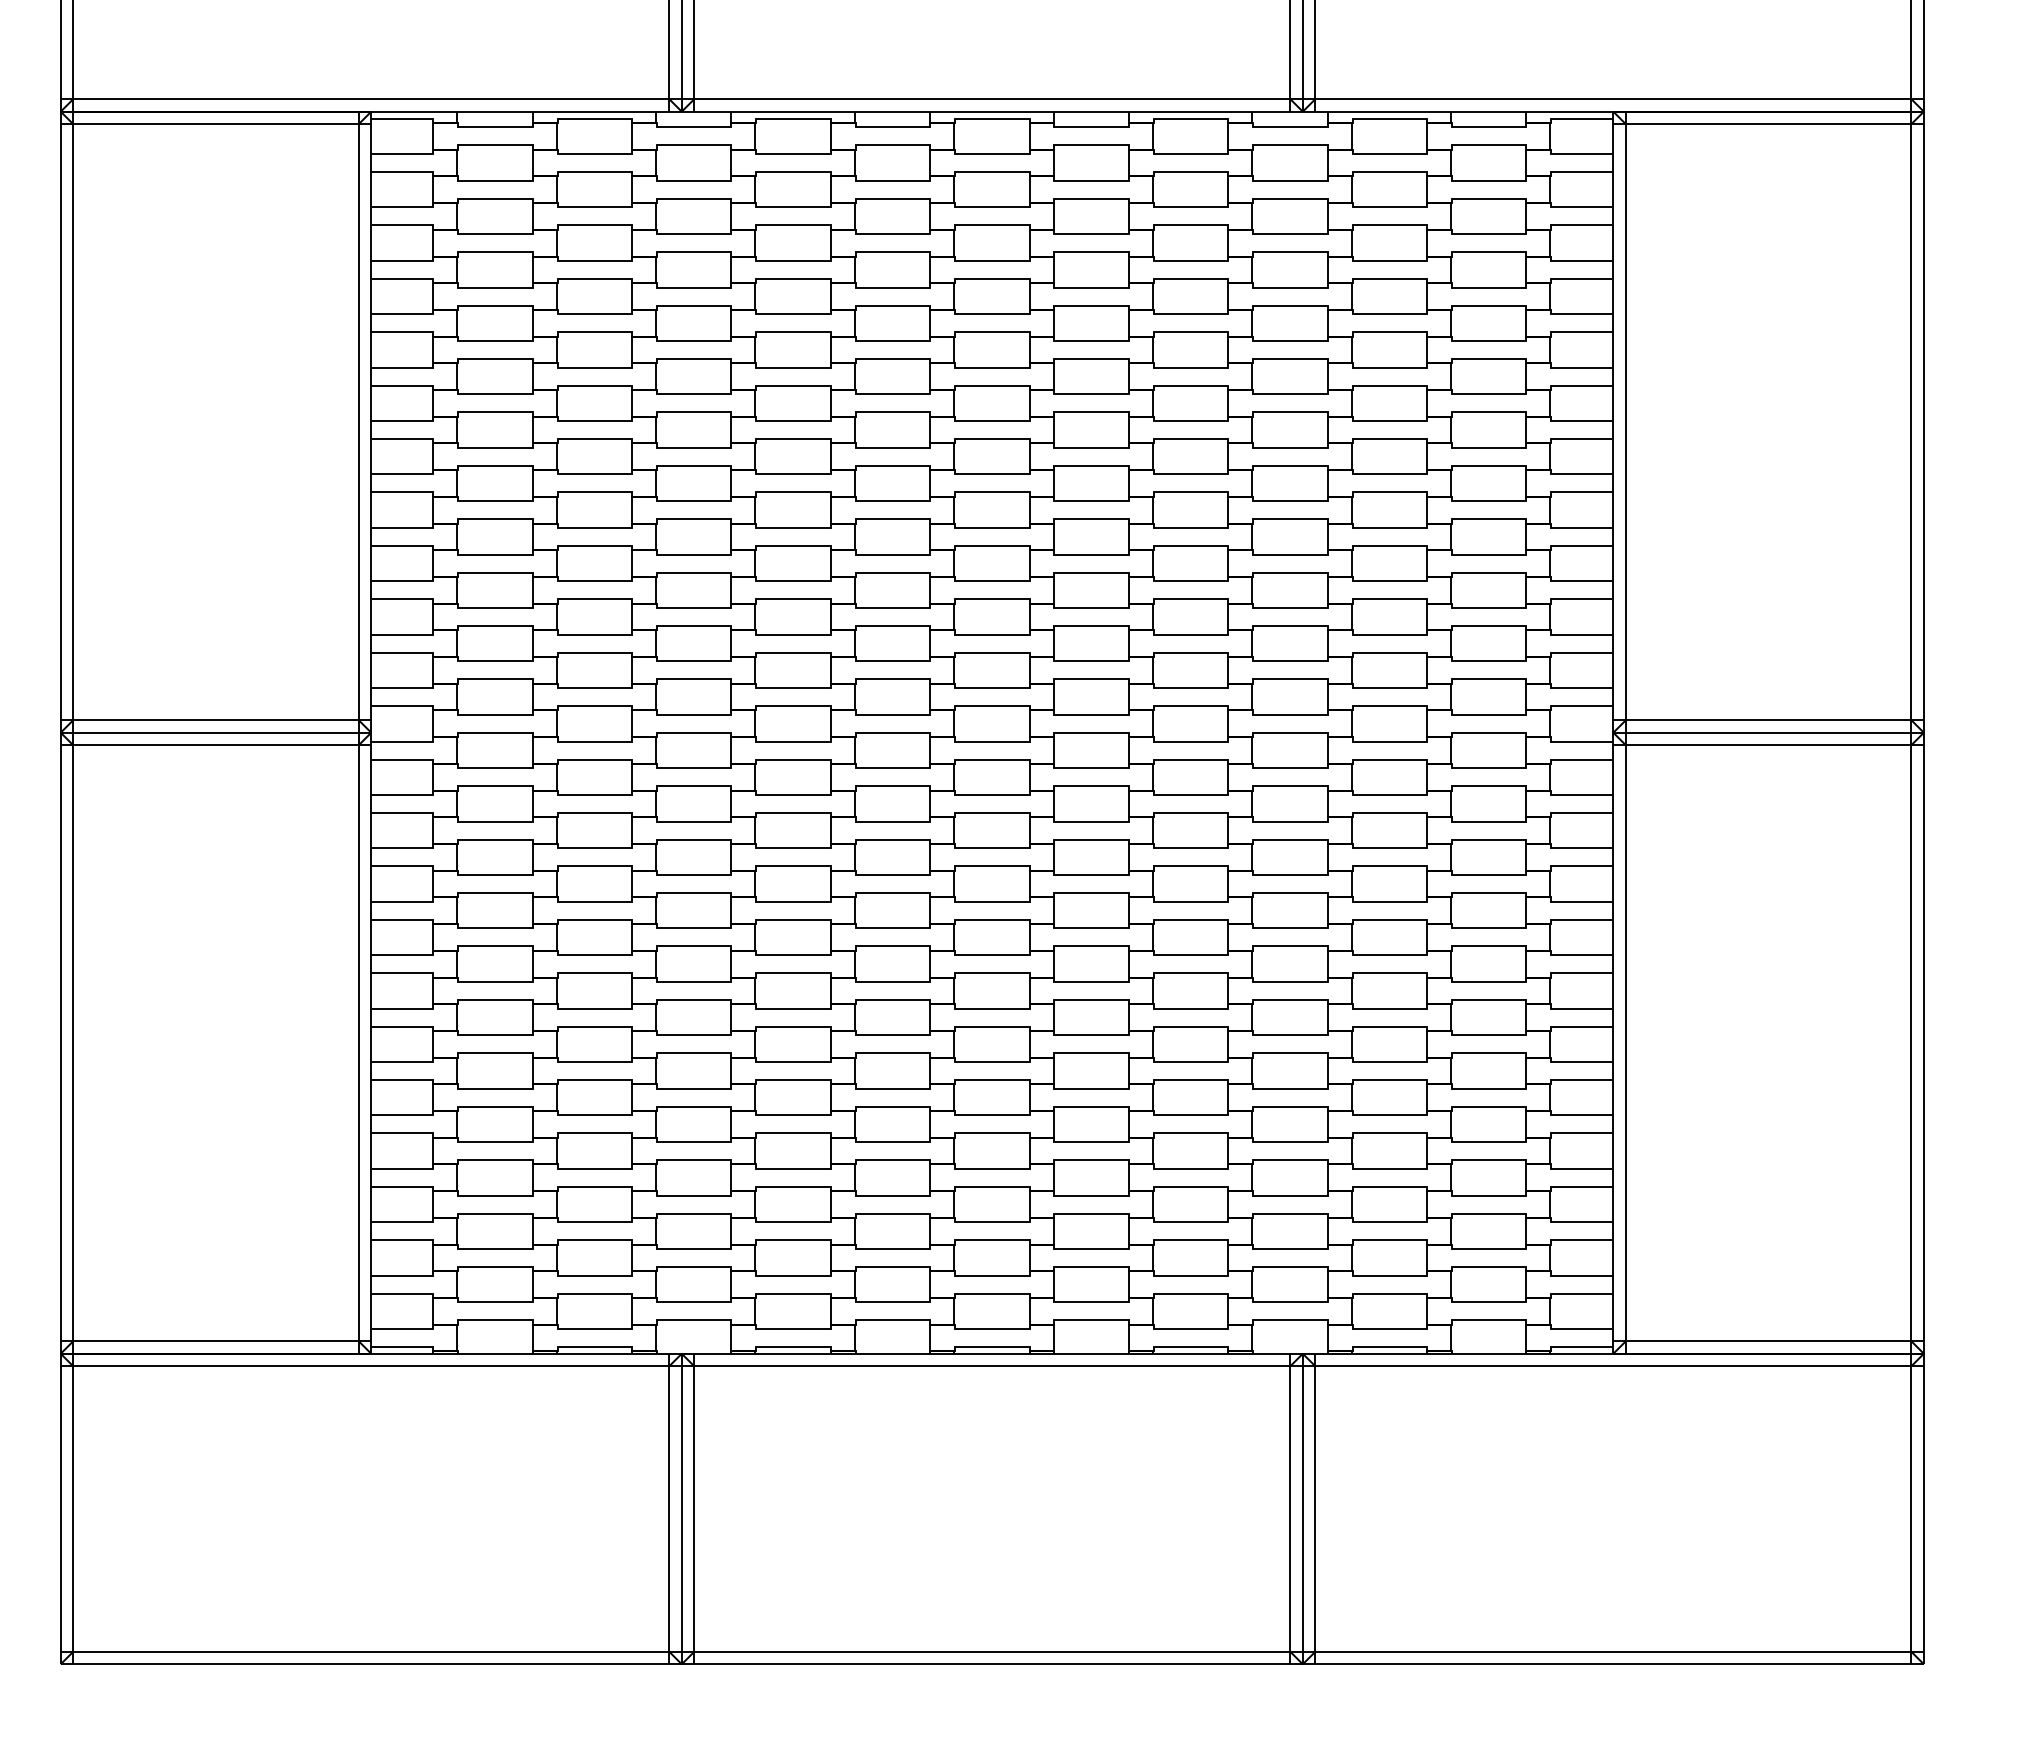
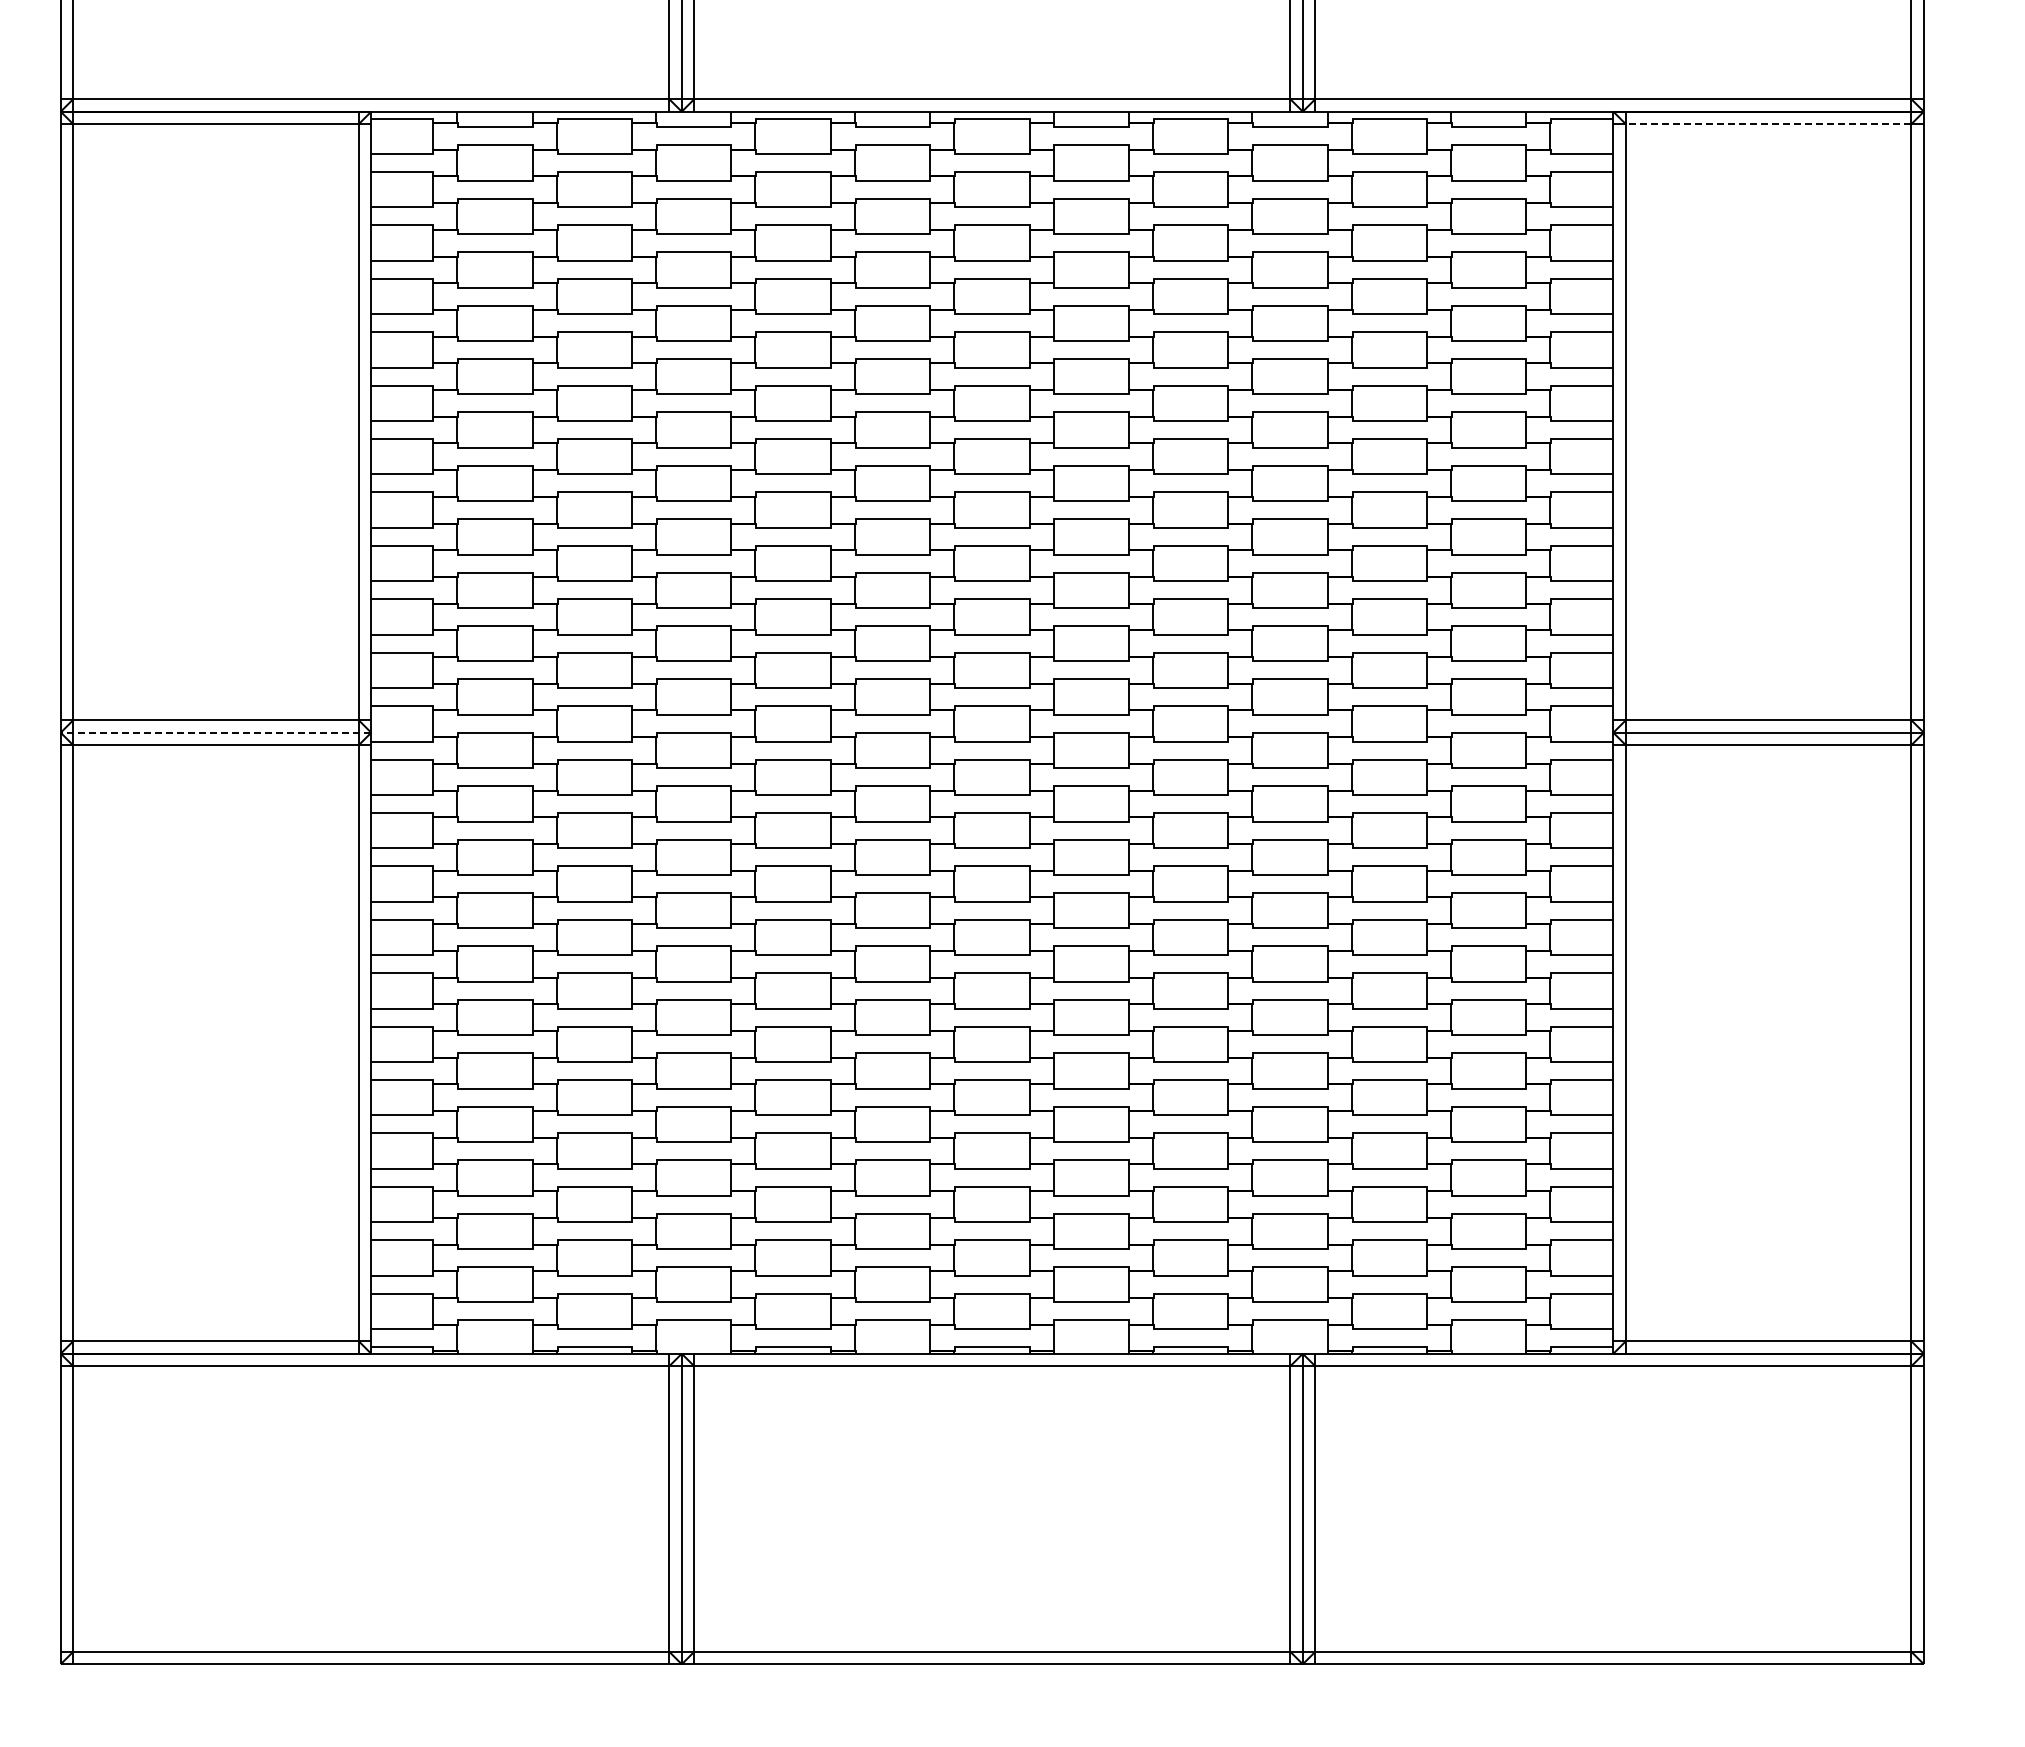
line at (1768, 124): solid -> dashed
line at (216, 732): solid -> dashed
